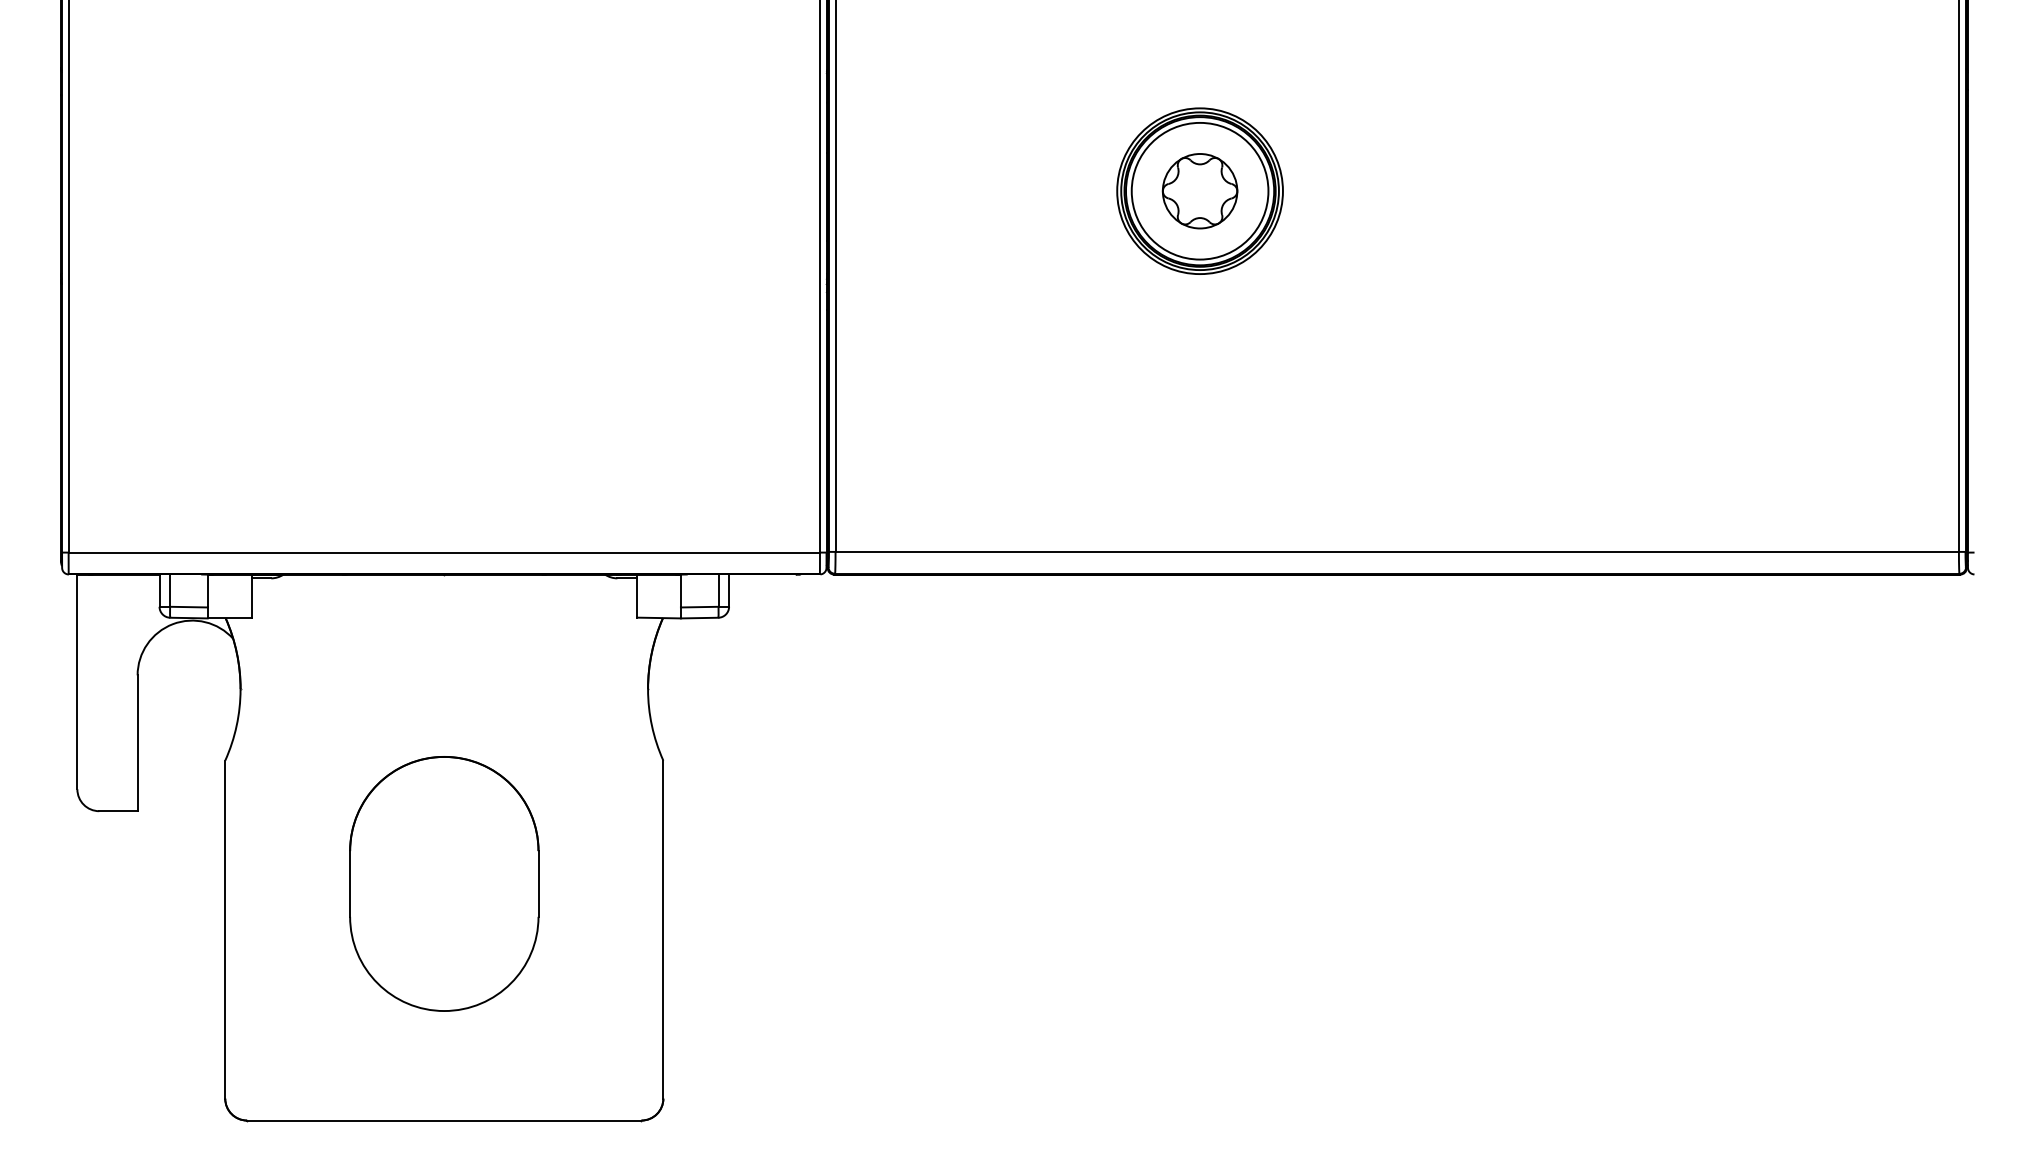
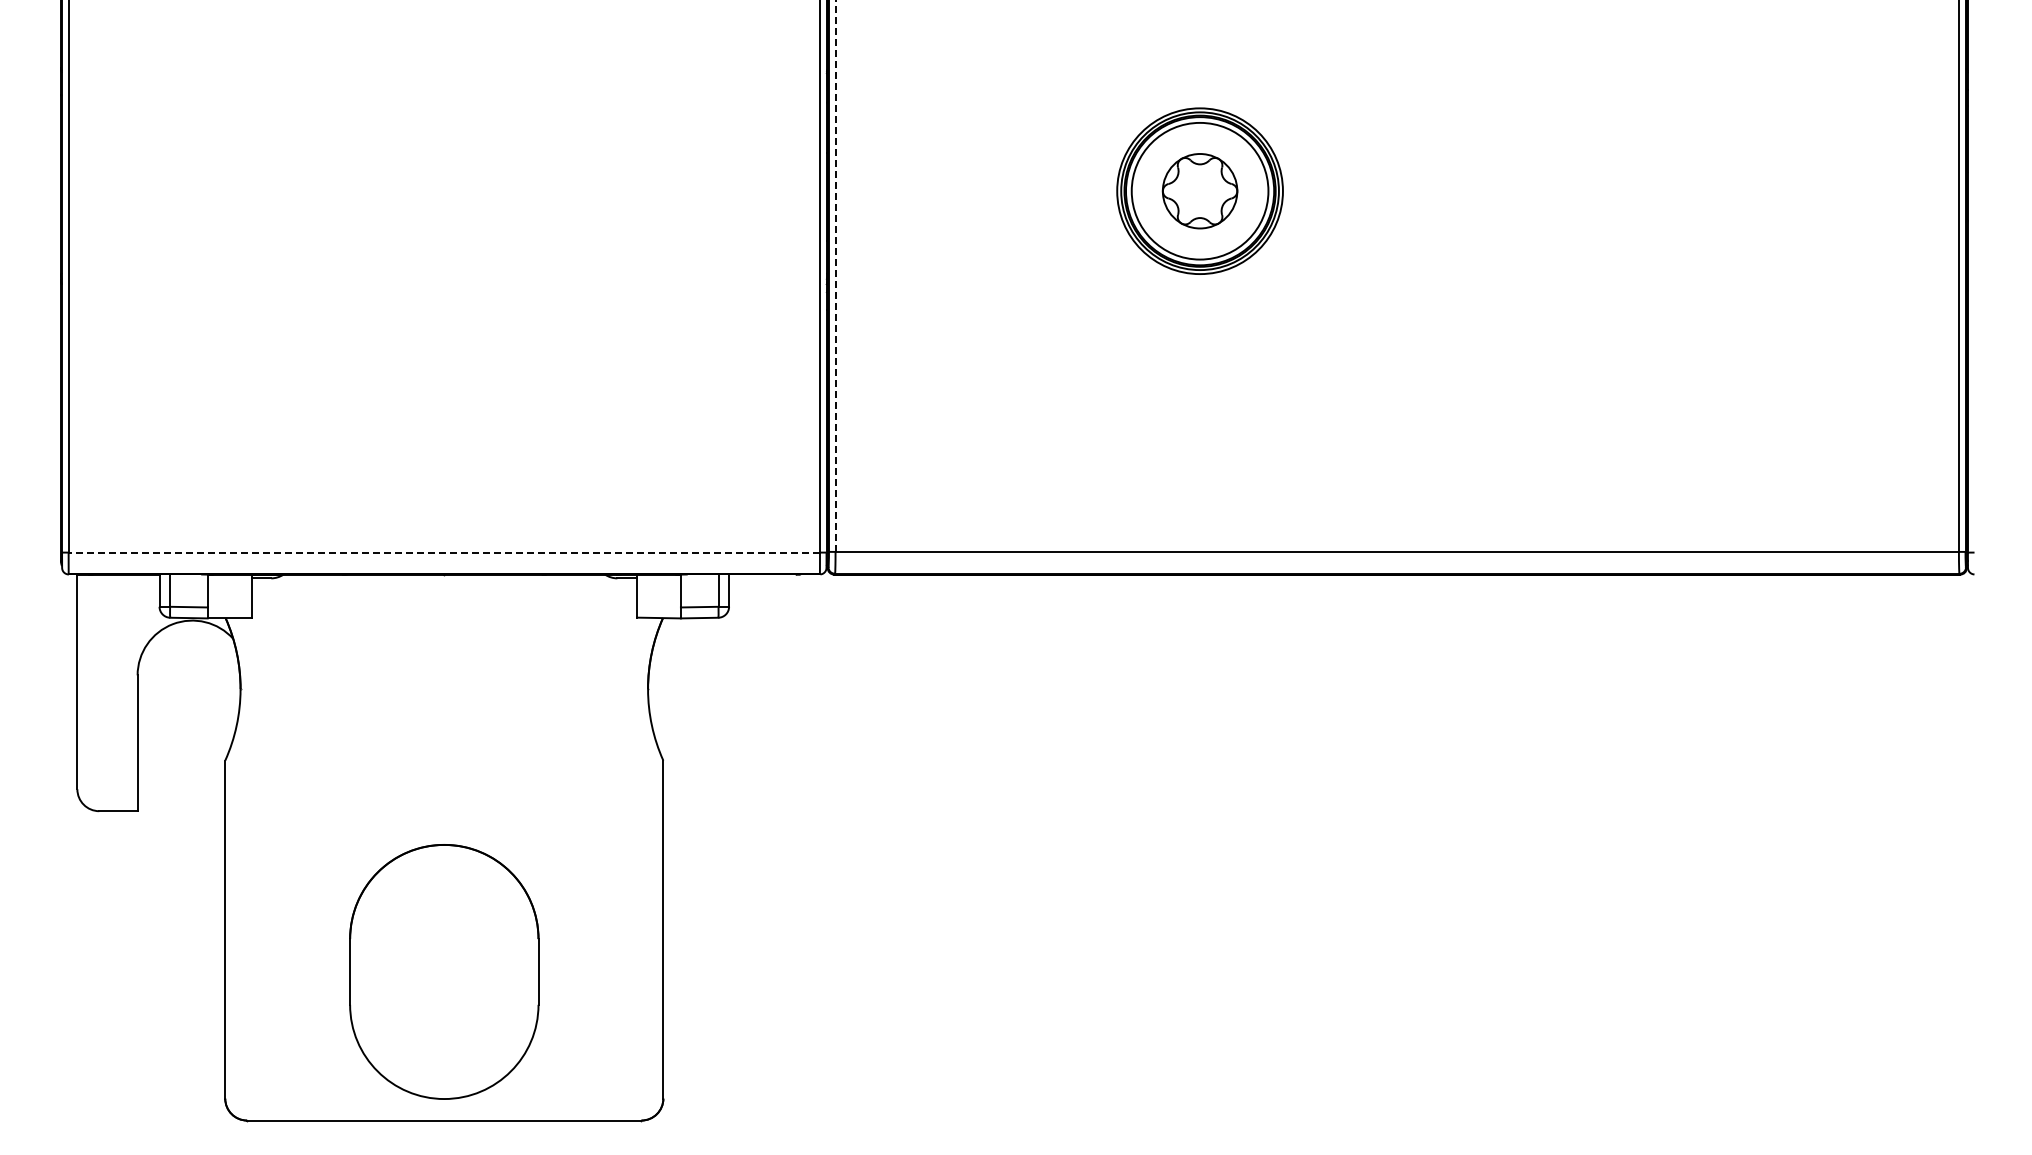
line at (835, 275): solid -> dashed
line at (444, 552): solid -> dashed
part at (444, 883) position: (444, 883) -> (444, 971)
